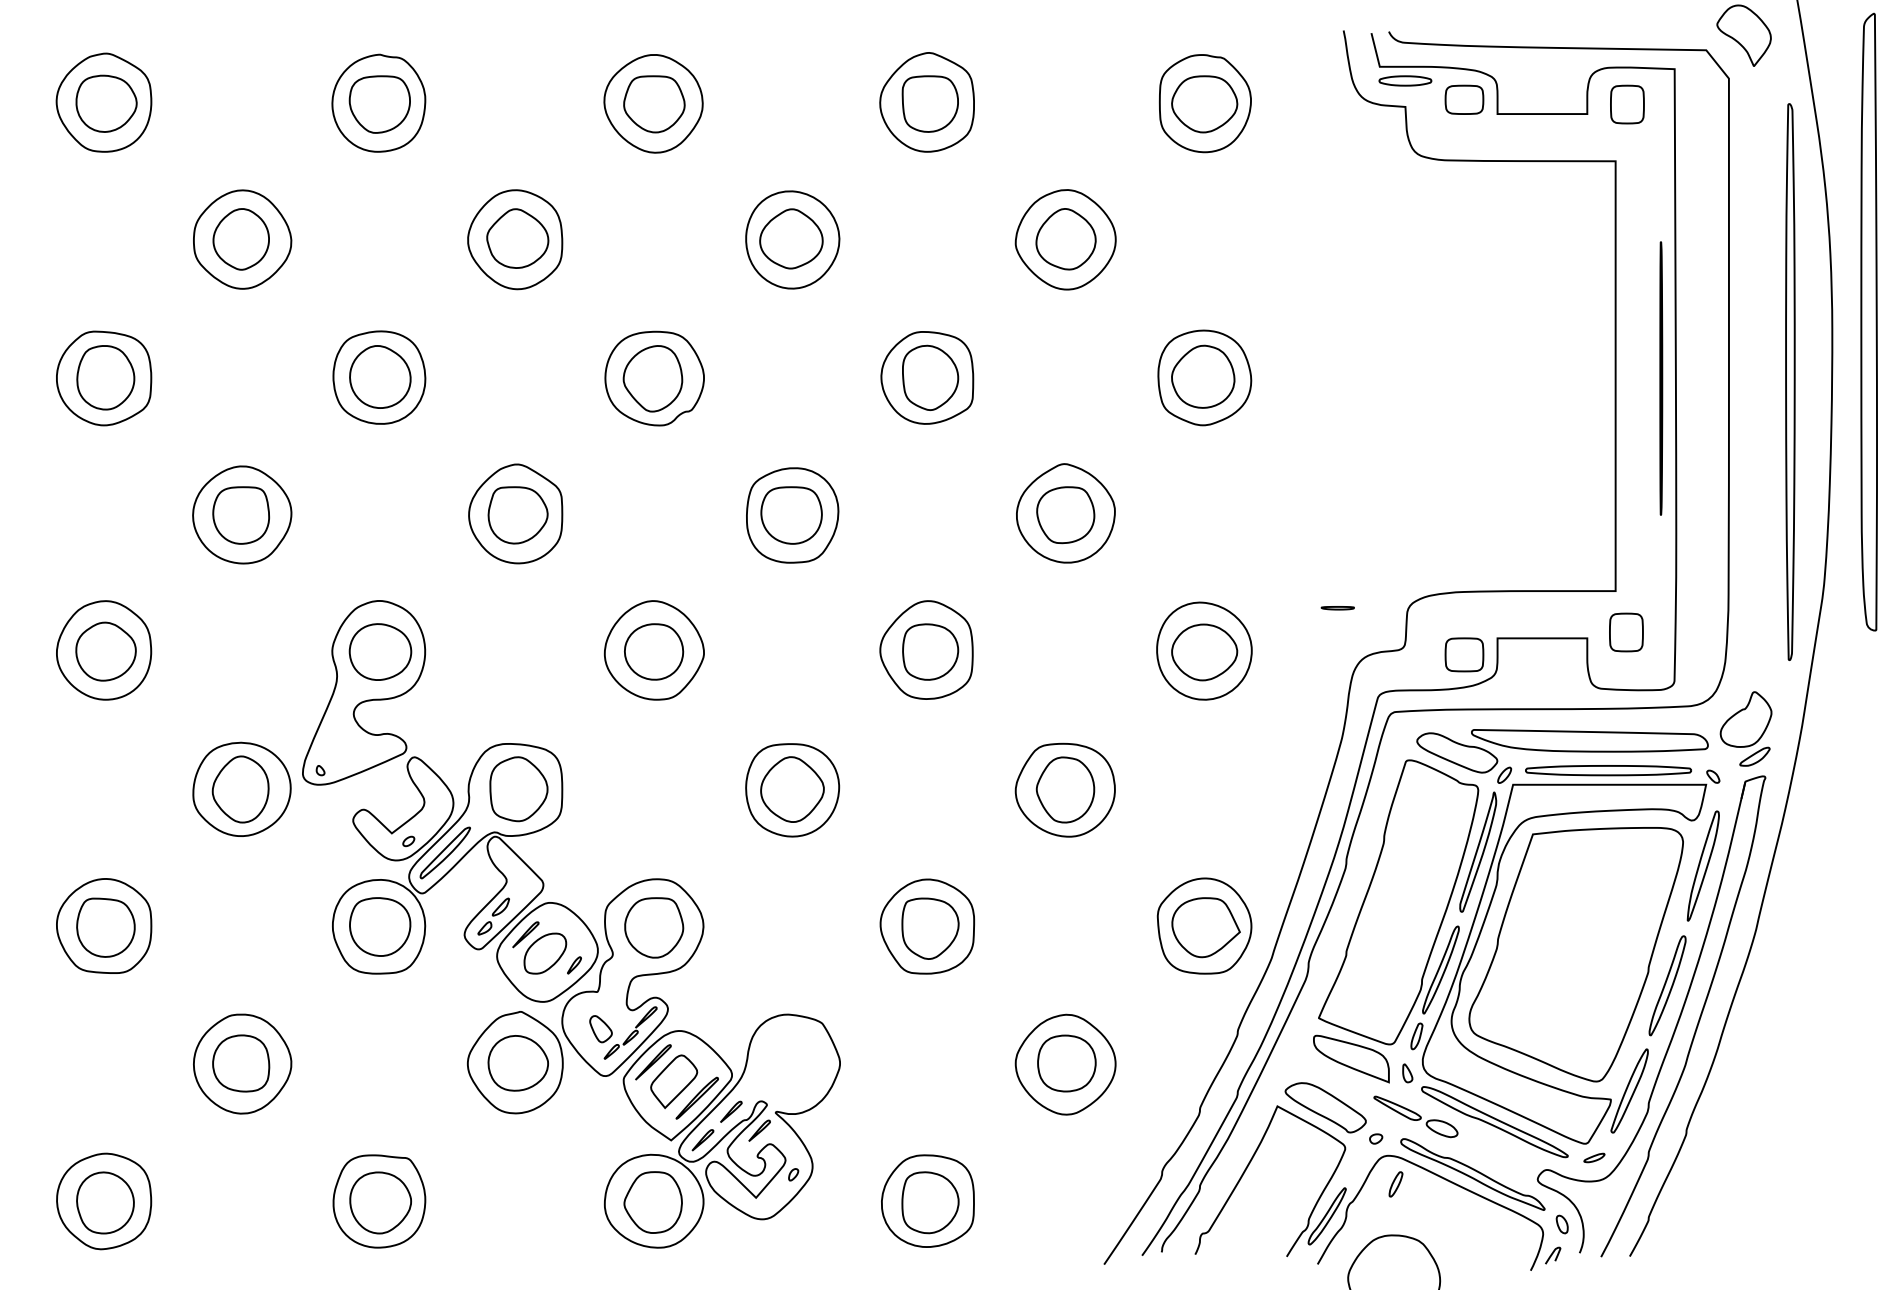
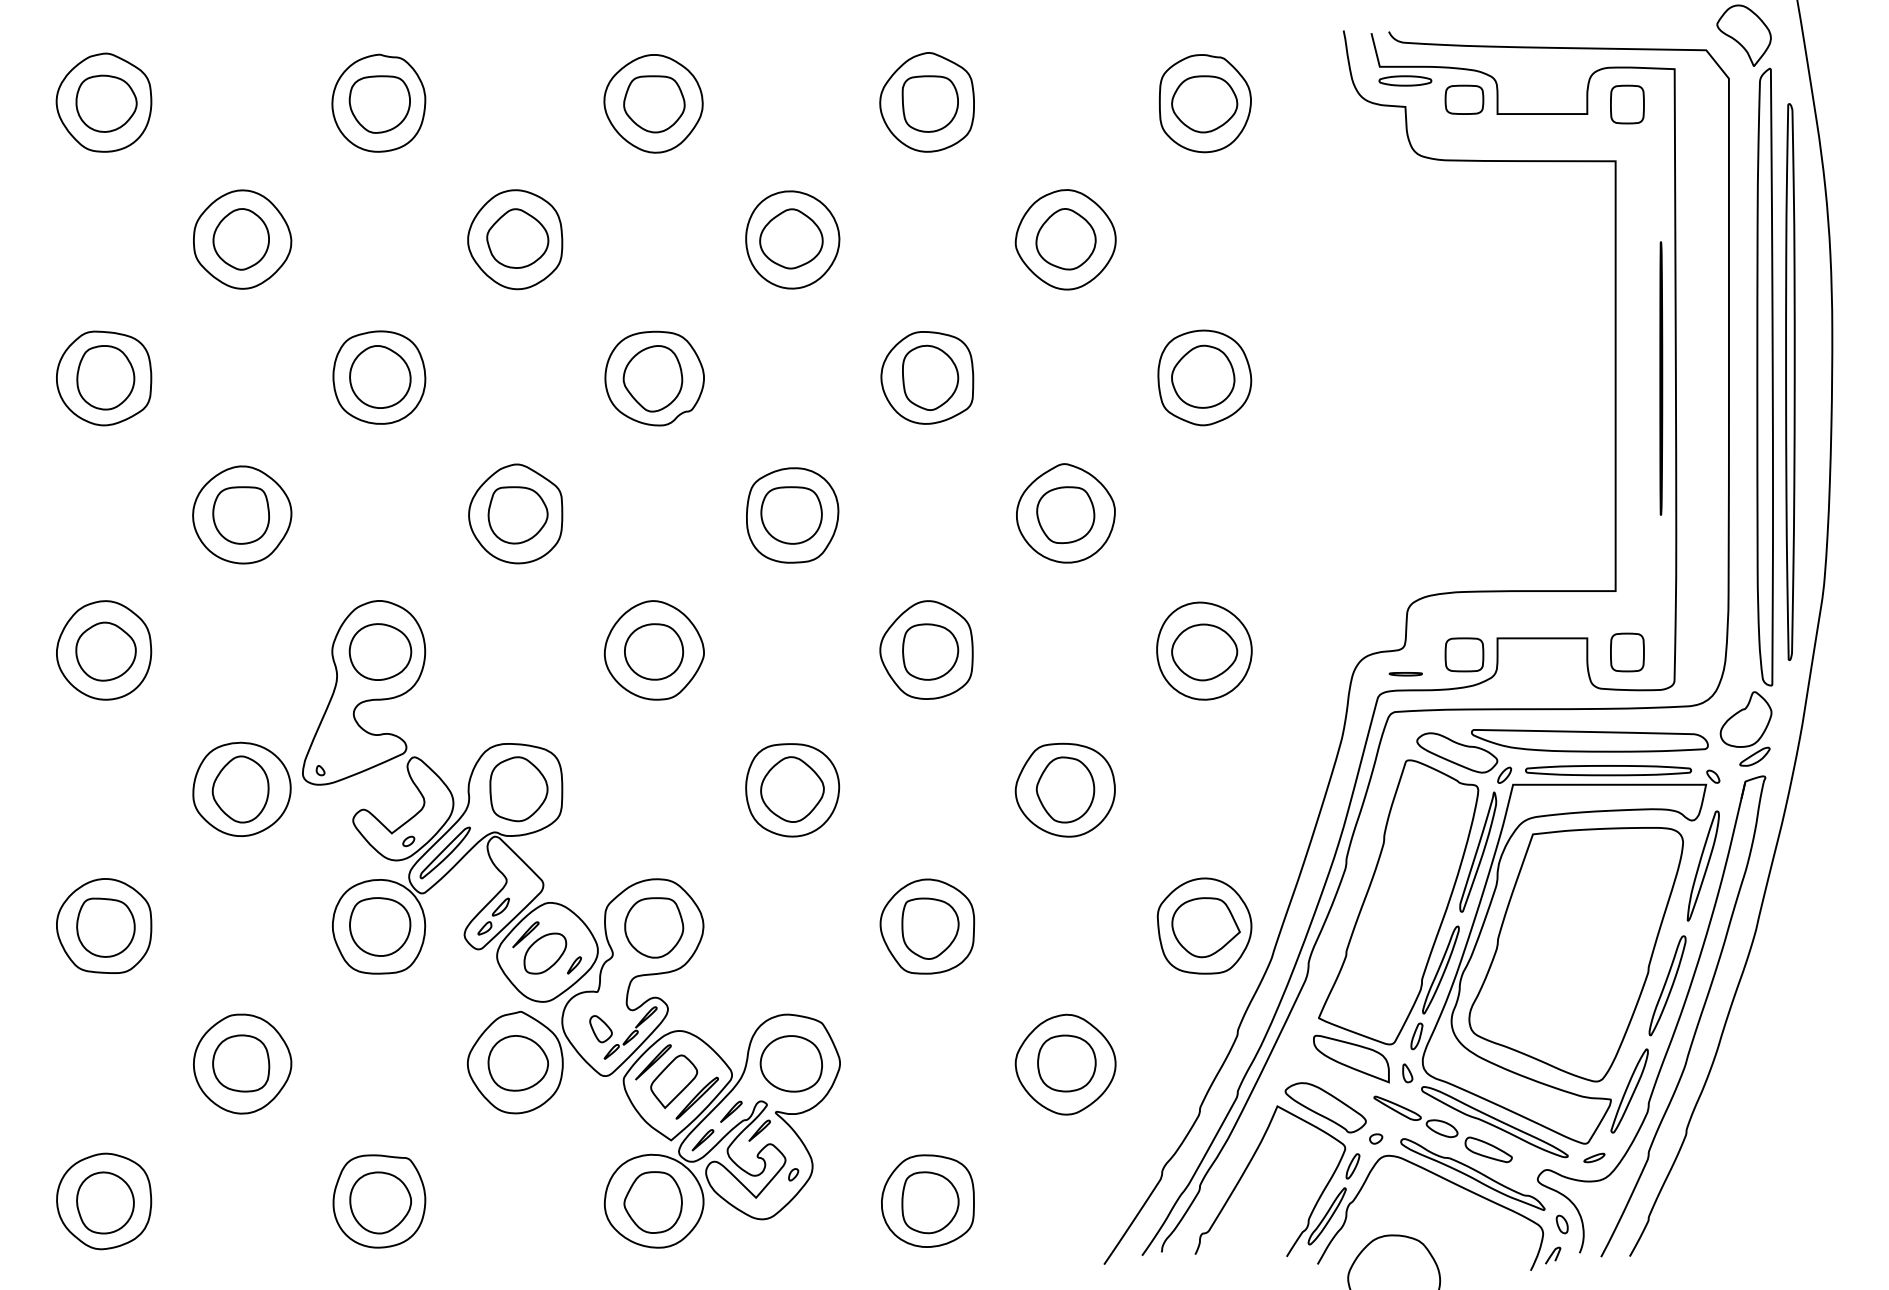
part at (1868, 321) position: (1868, 321) -> (1764, 376)
line at (1337, 608) position: (1337, 608) -> (1405, 674)
part at (1626, 632) position: (1626, 632) -> (1627, 652)
part at (790, 1063): none -> present
part at (1488, 1149): none -> present
part at (1395, 1184) position: (1395, 1184) -> (1352, 1166)
